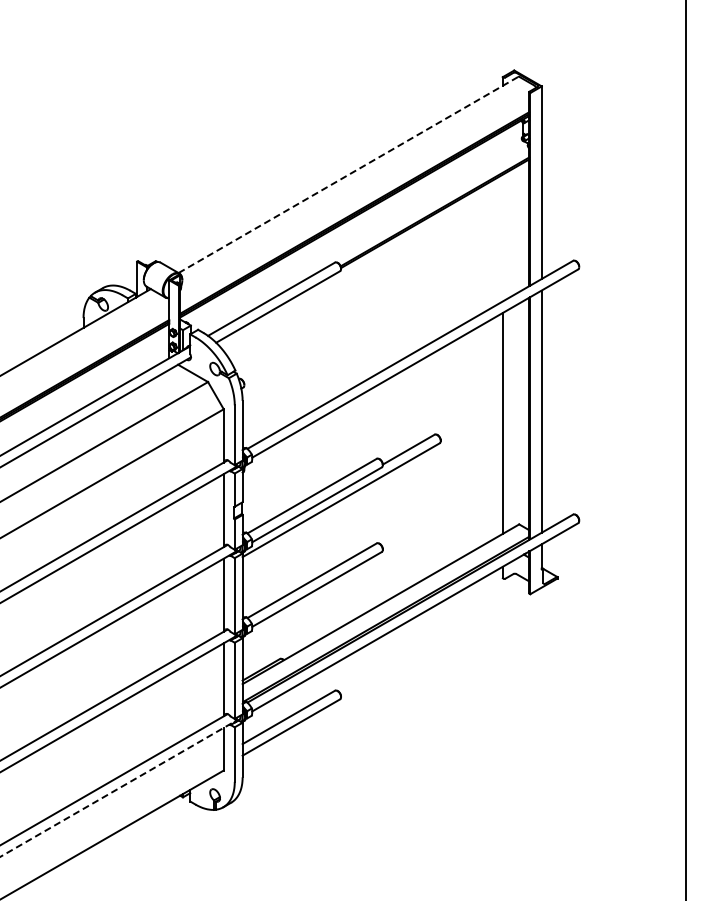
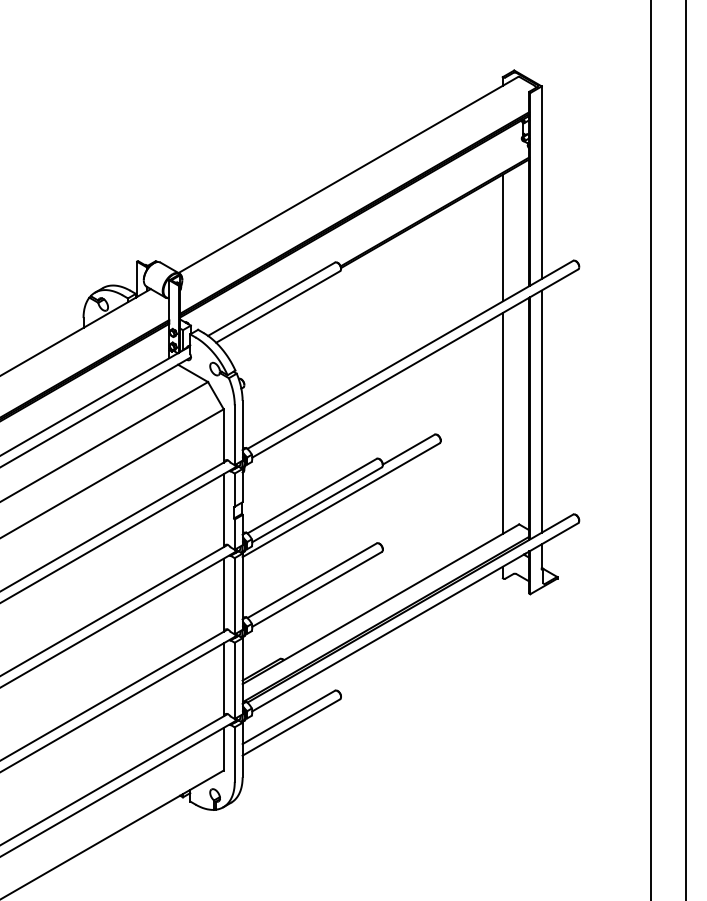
line at (348, 174): dashed -> solid
line at (502, 237): none -> present
line at (650, 449): none -> present
line at (117, 788): dashed -> solid
